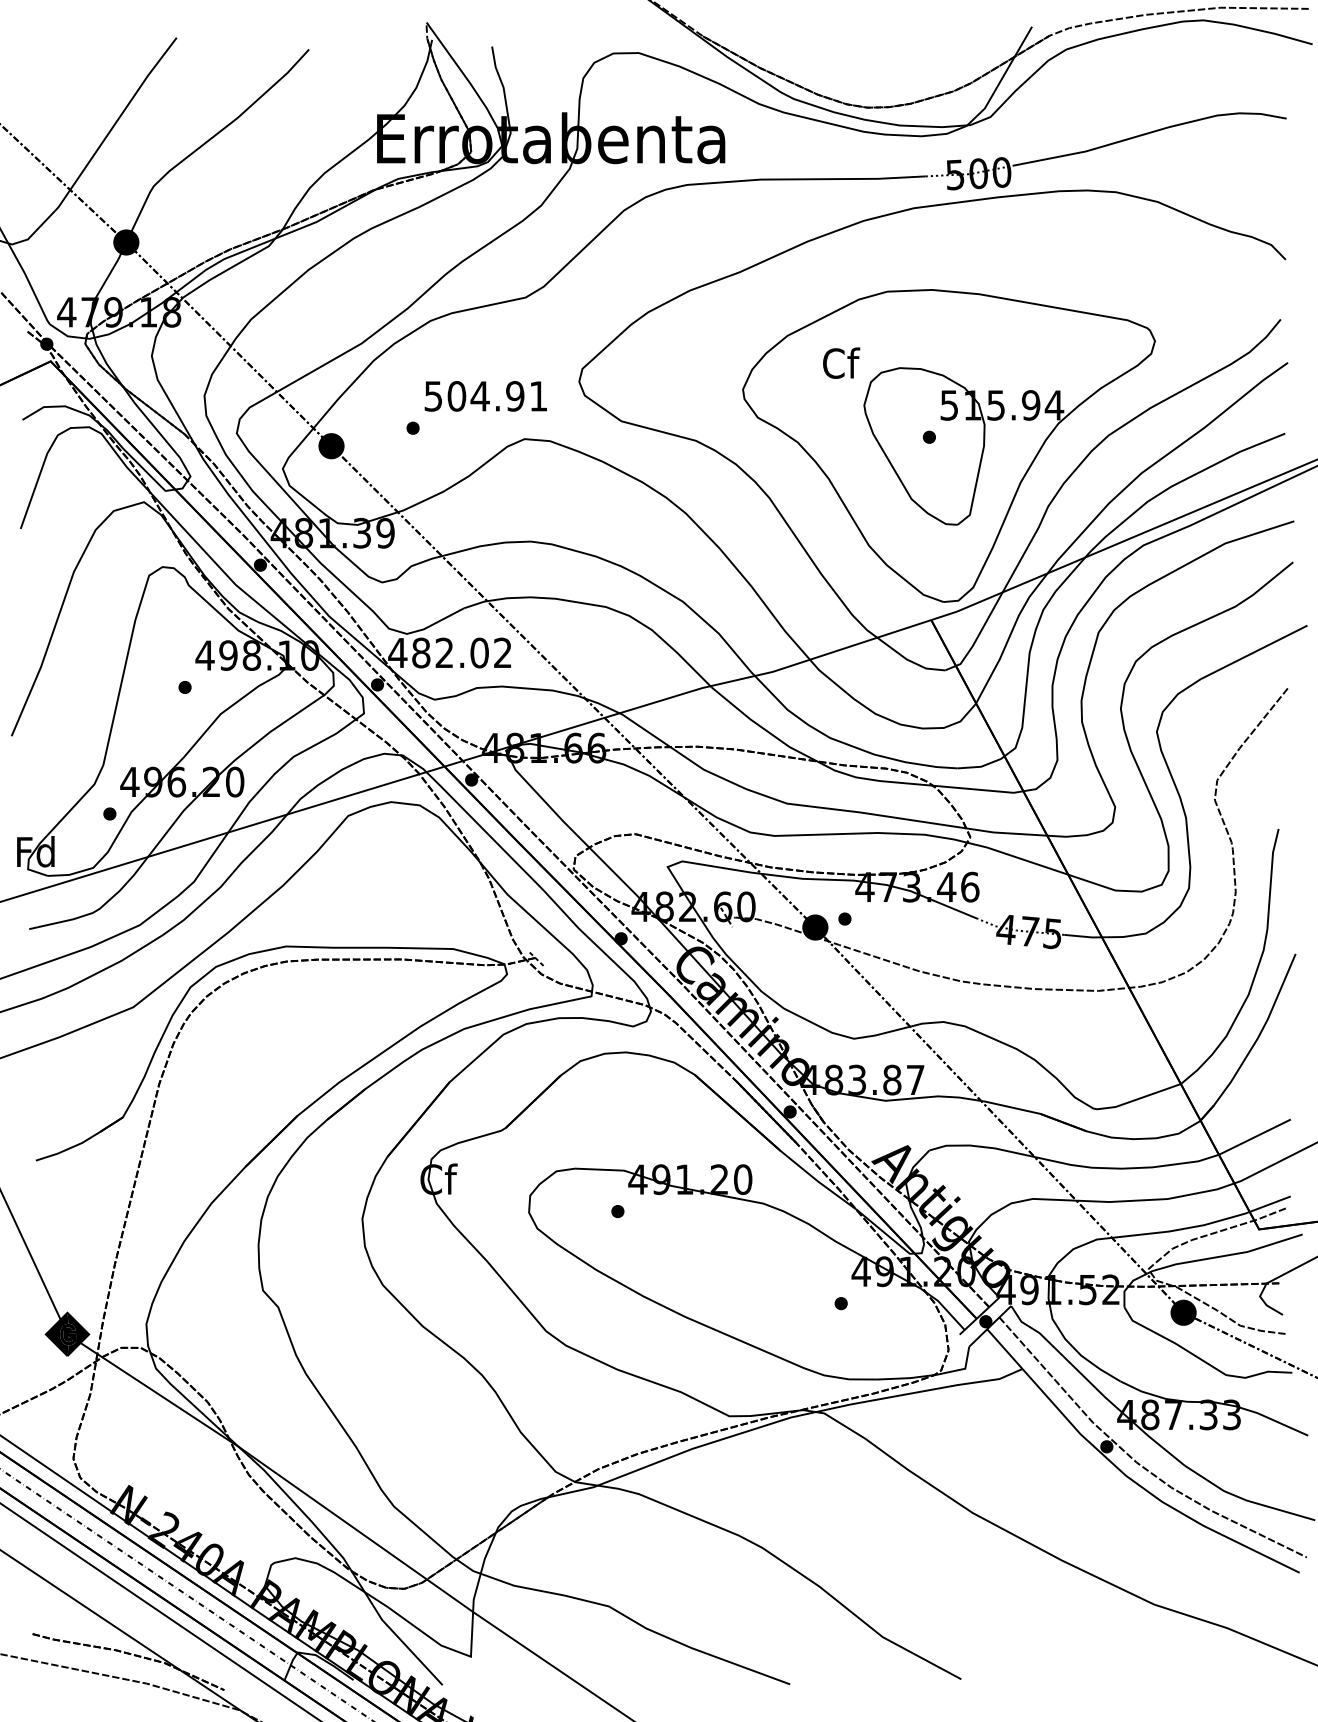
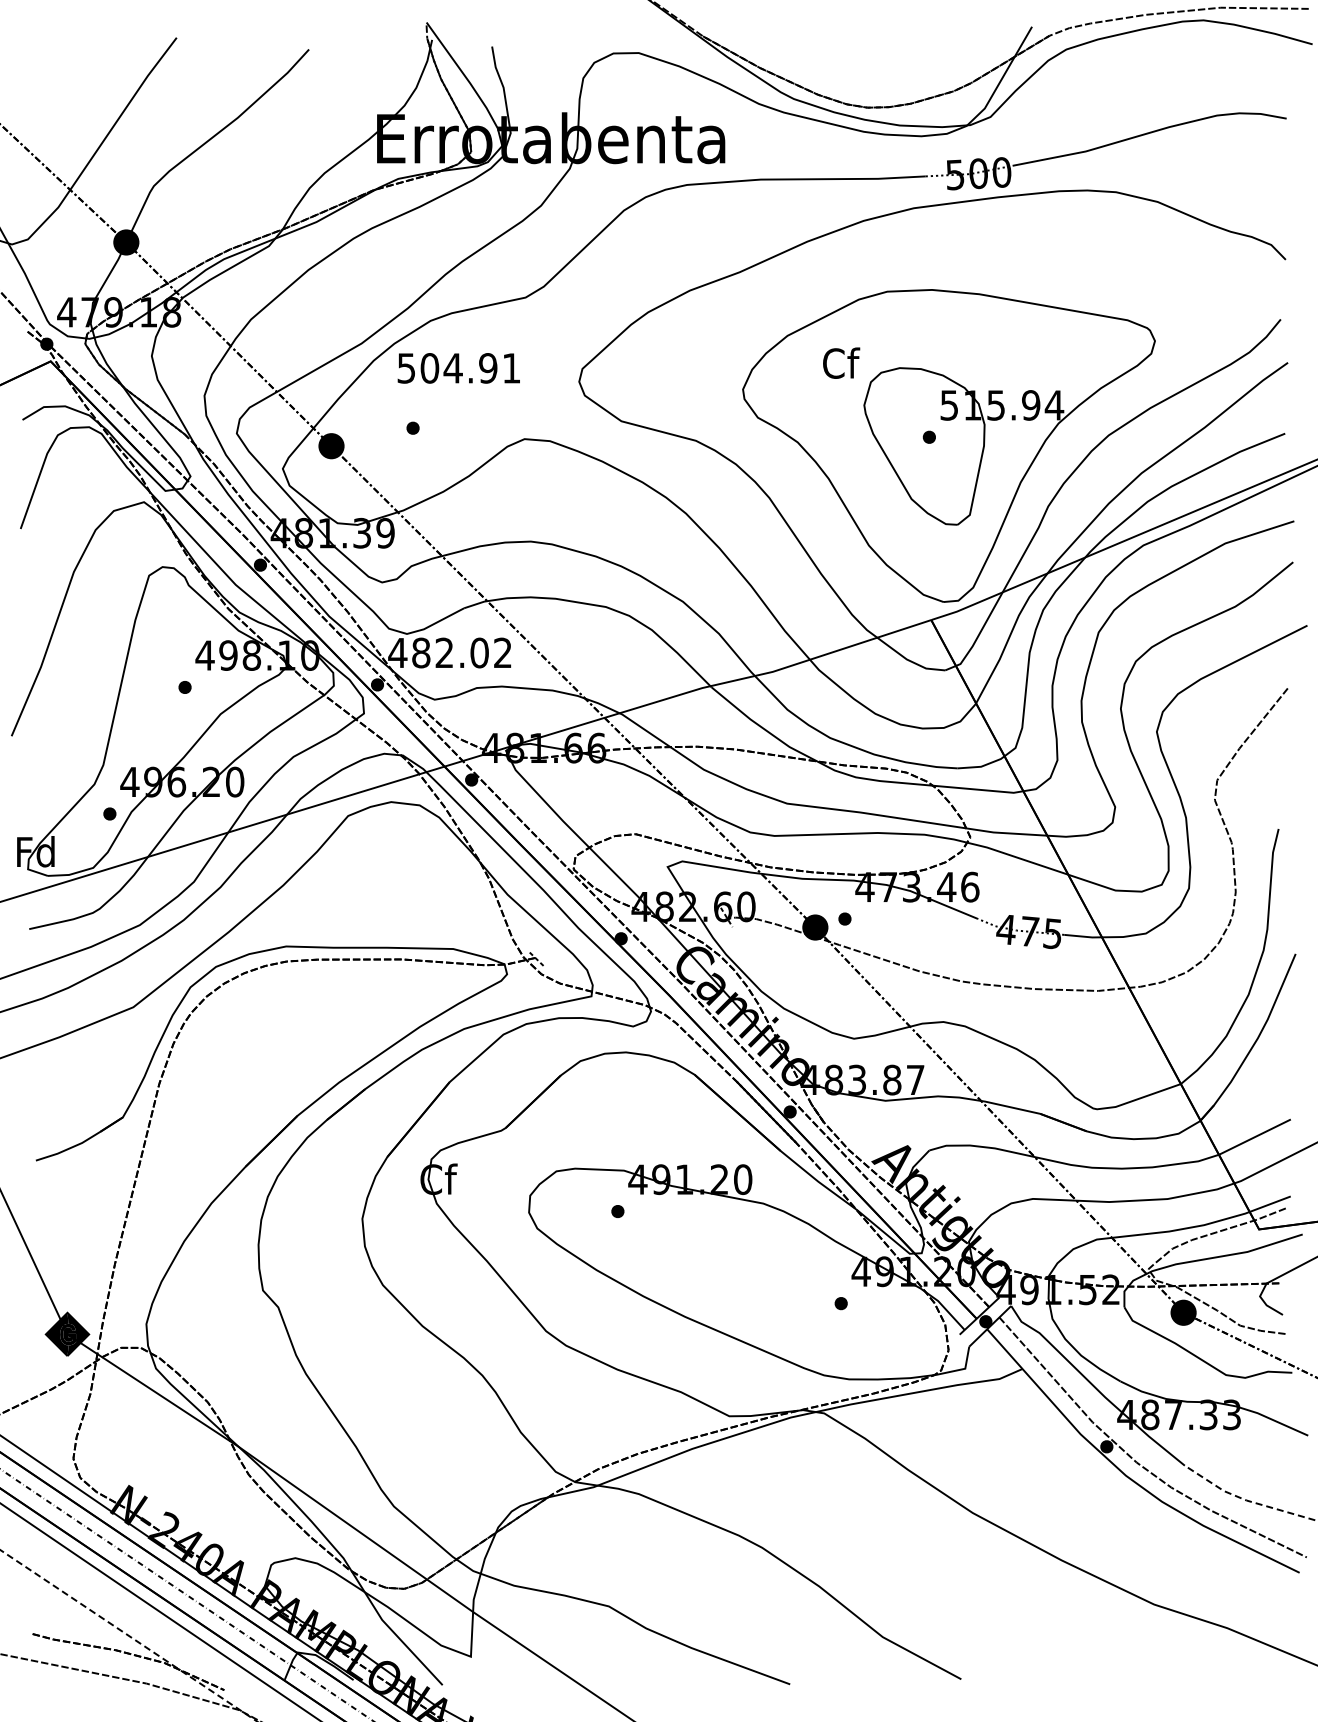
text at (485, 396) position: (485, 396) -> (458, 368)
line at (1246, 1500): solid -> dashed
line at (129, 1636): solid -> dashed
